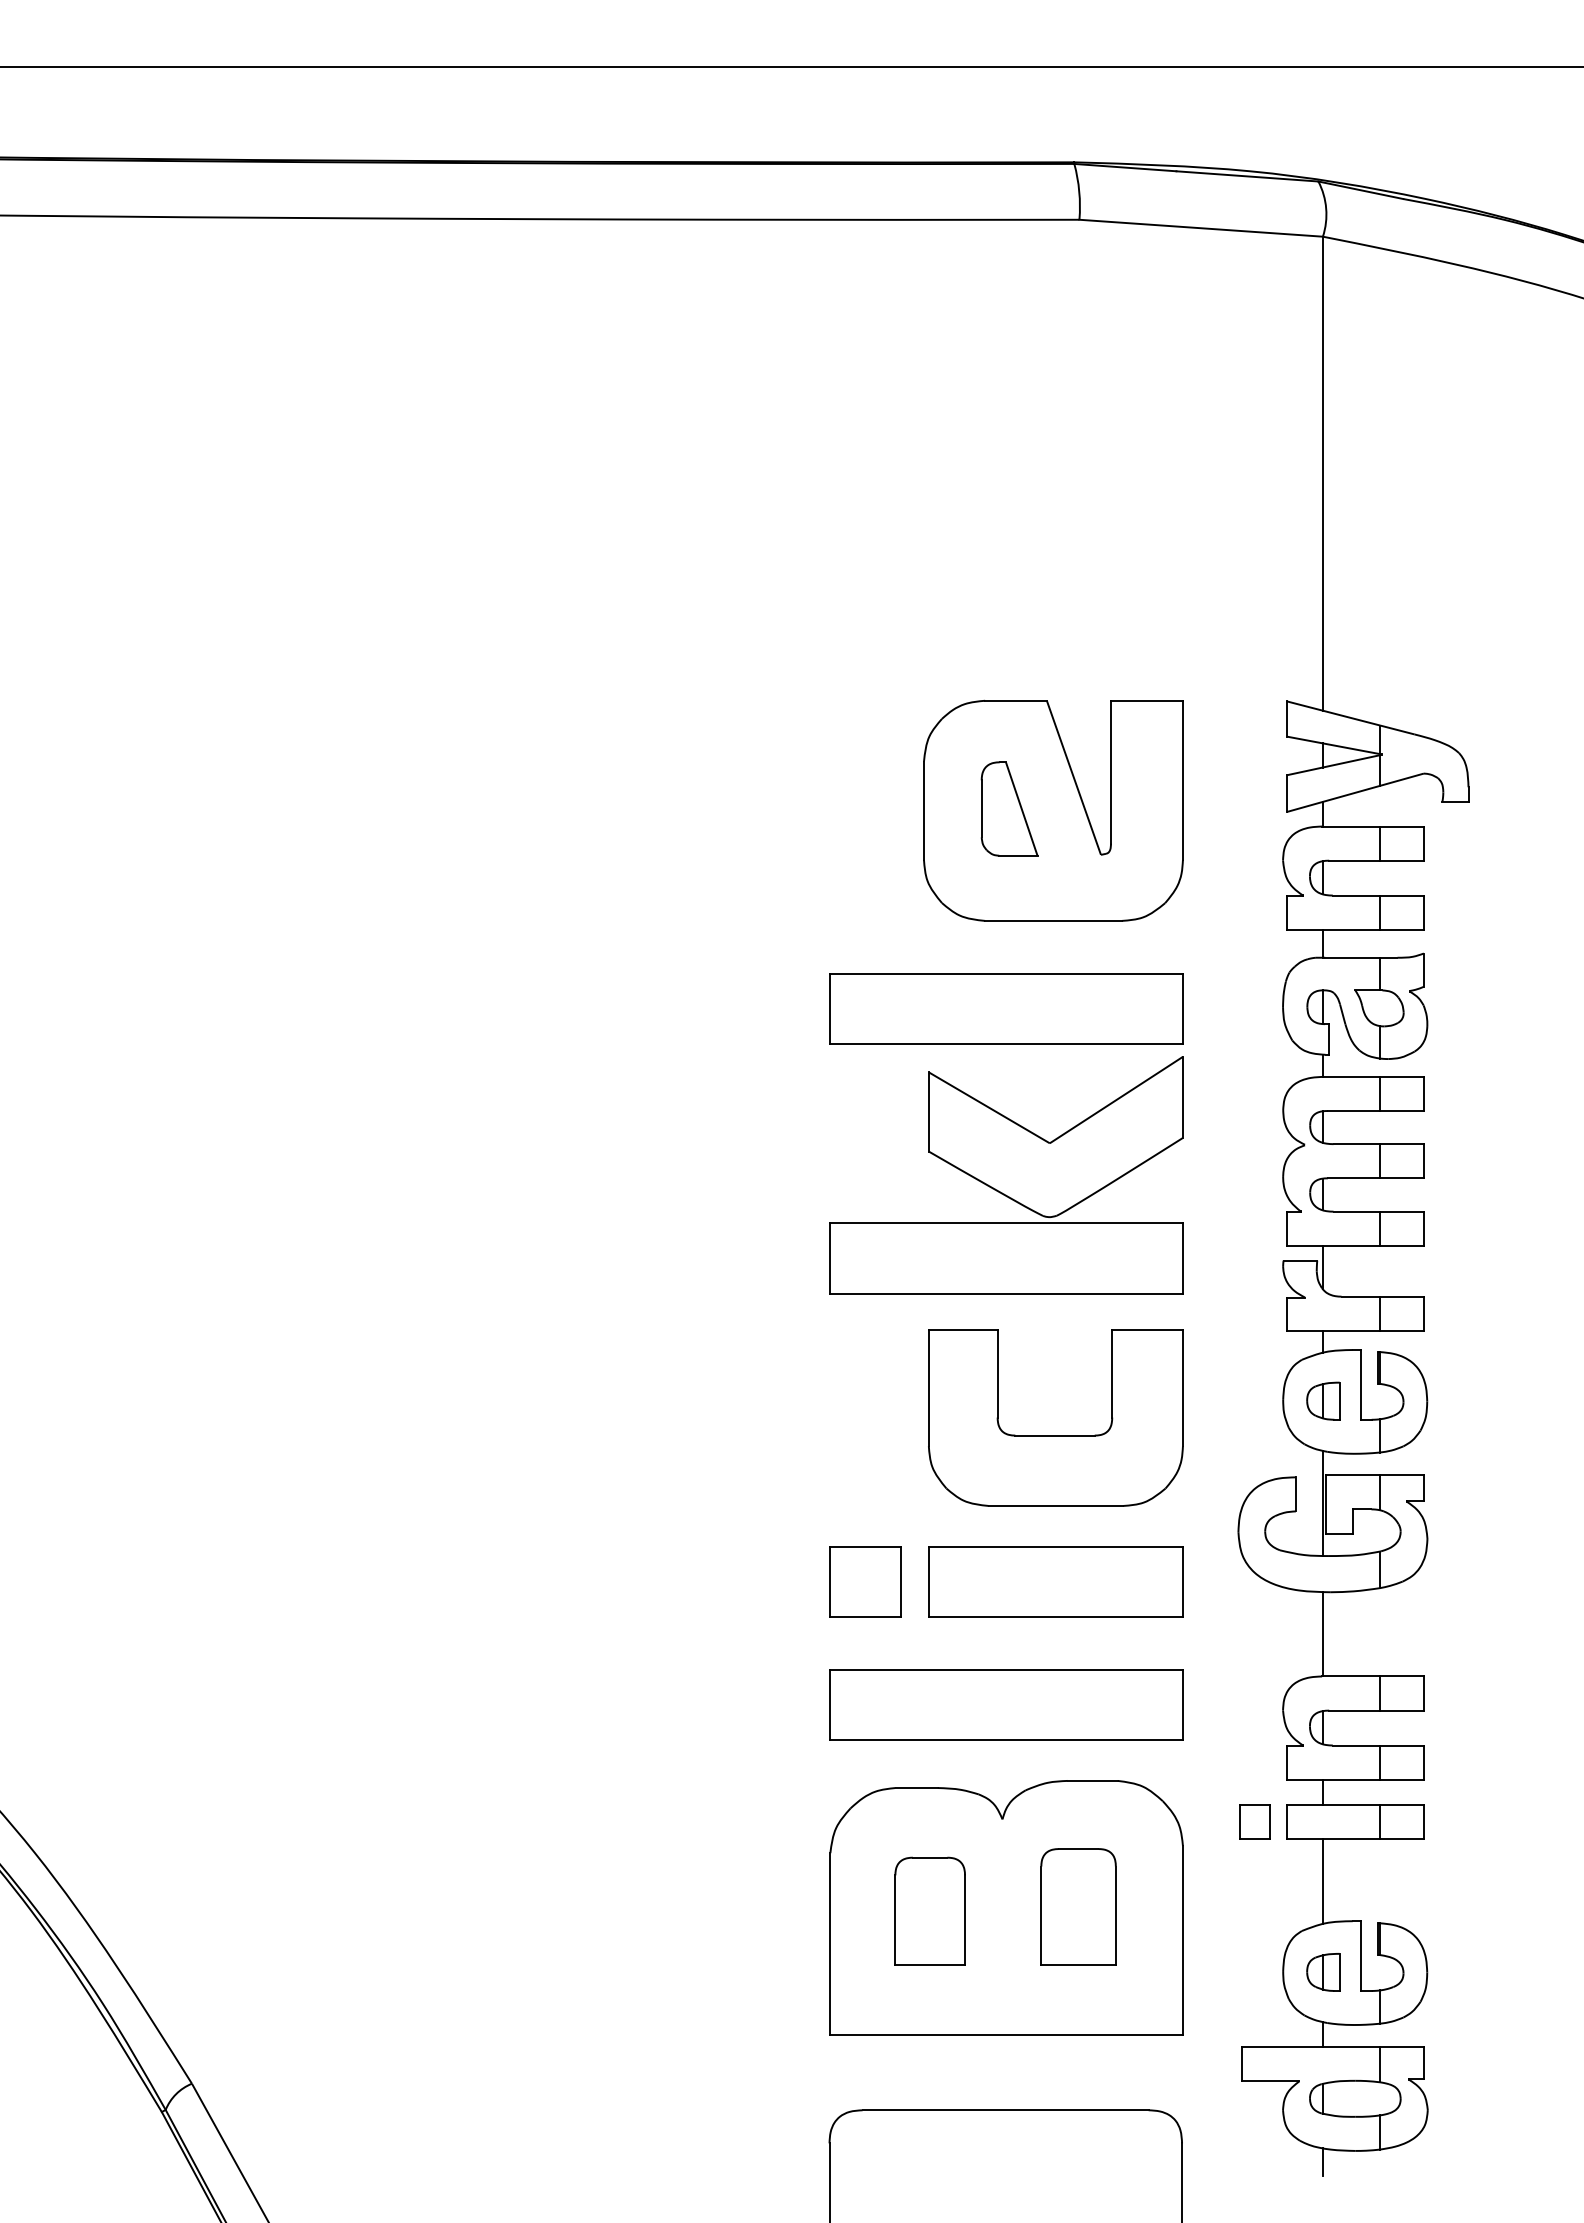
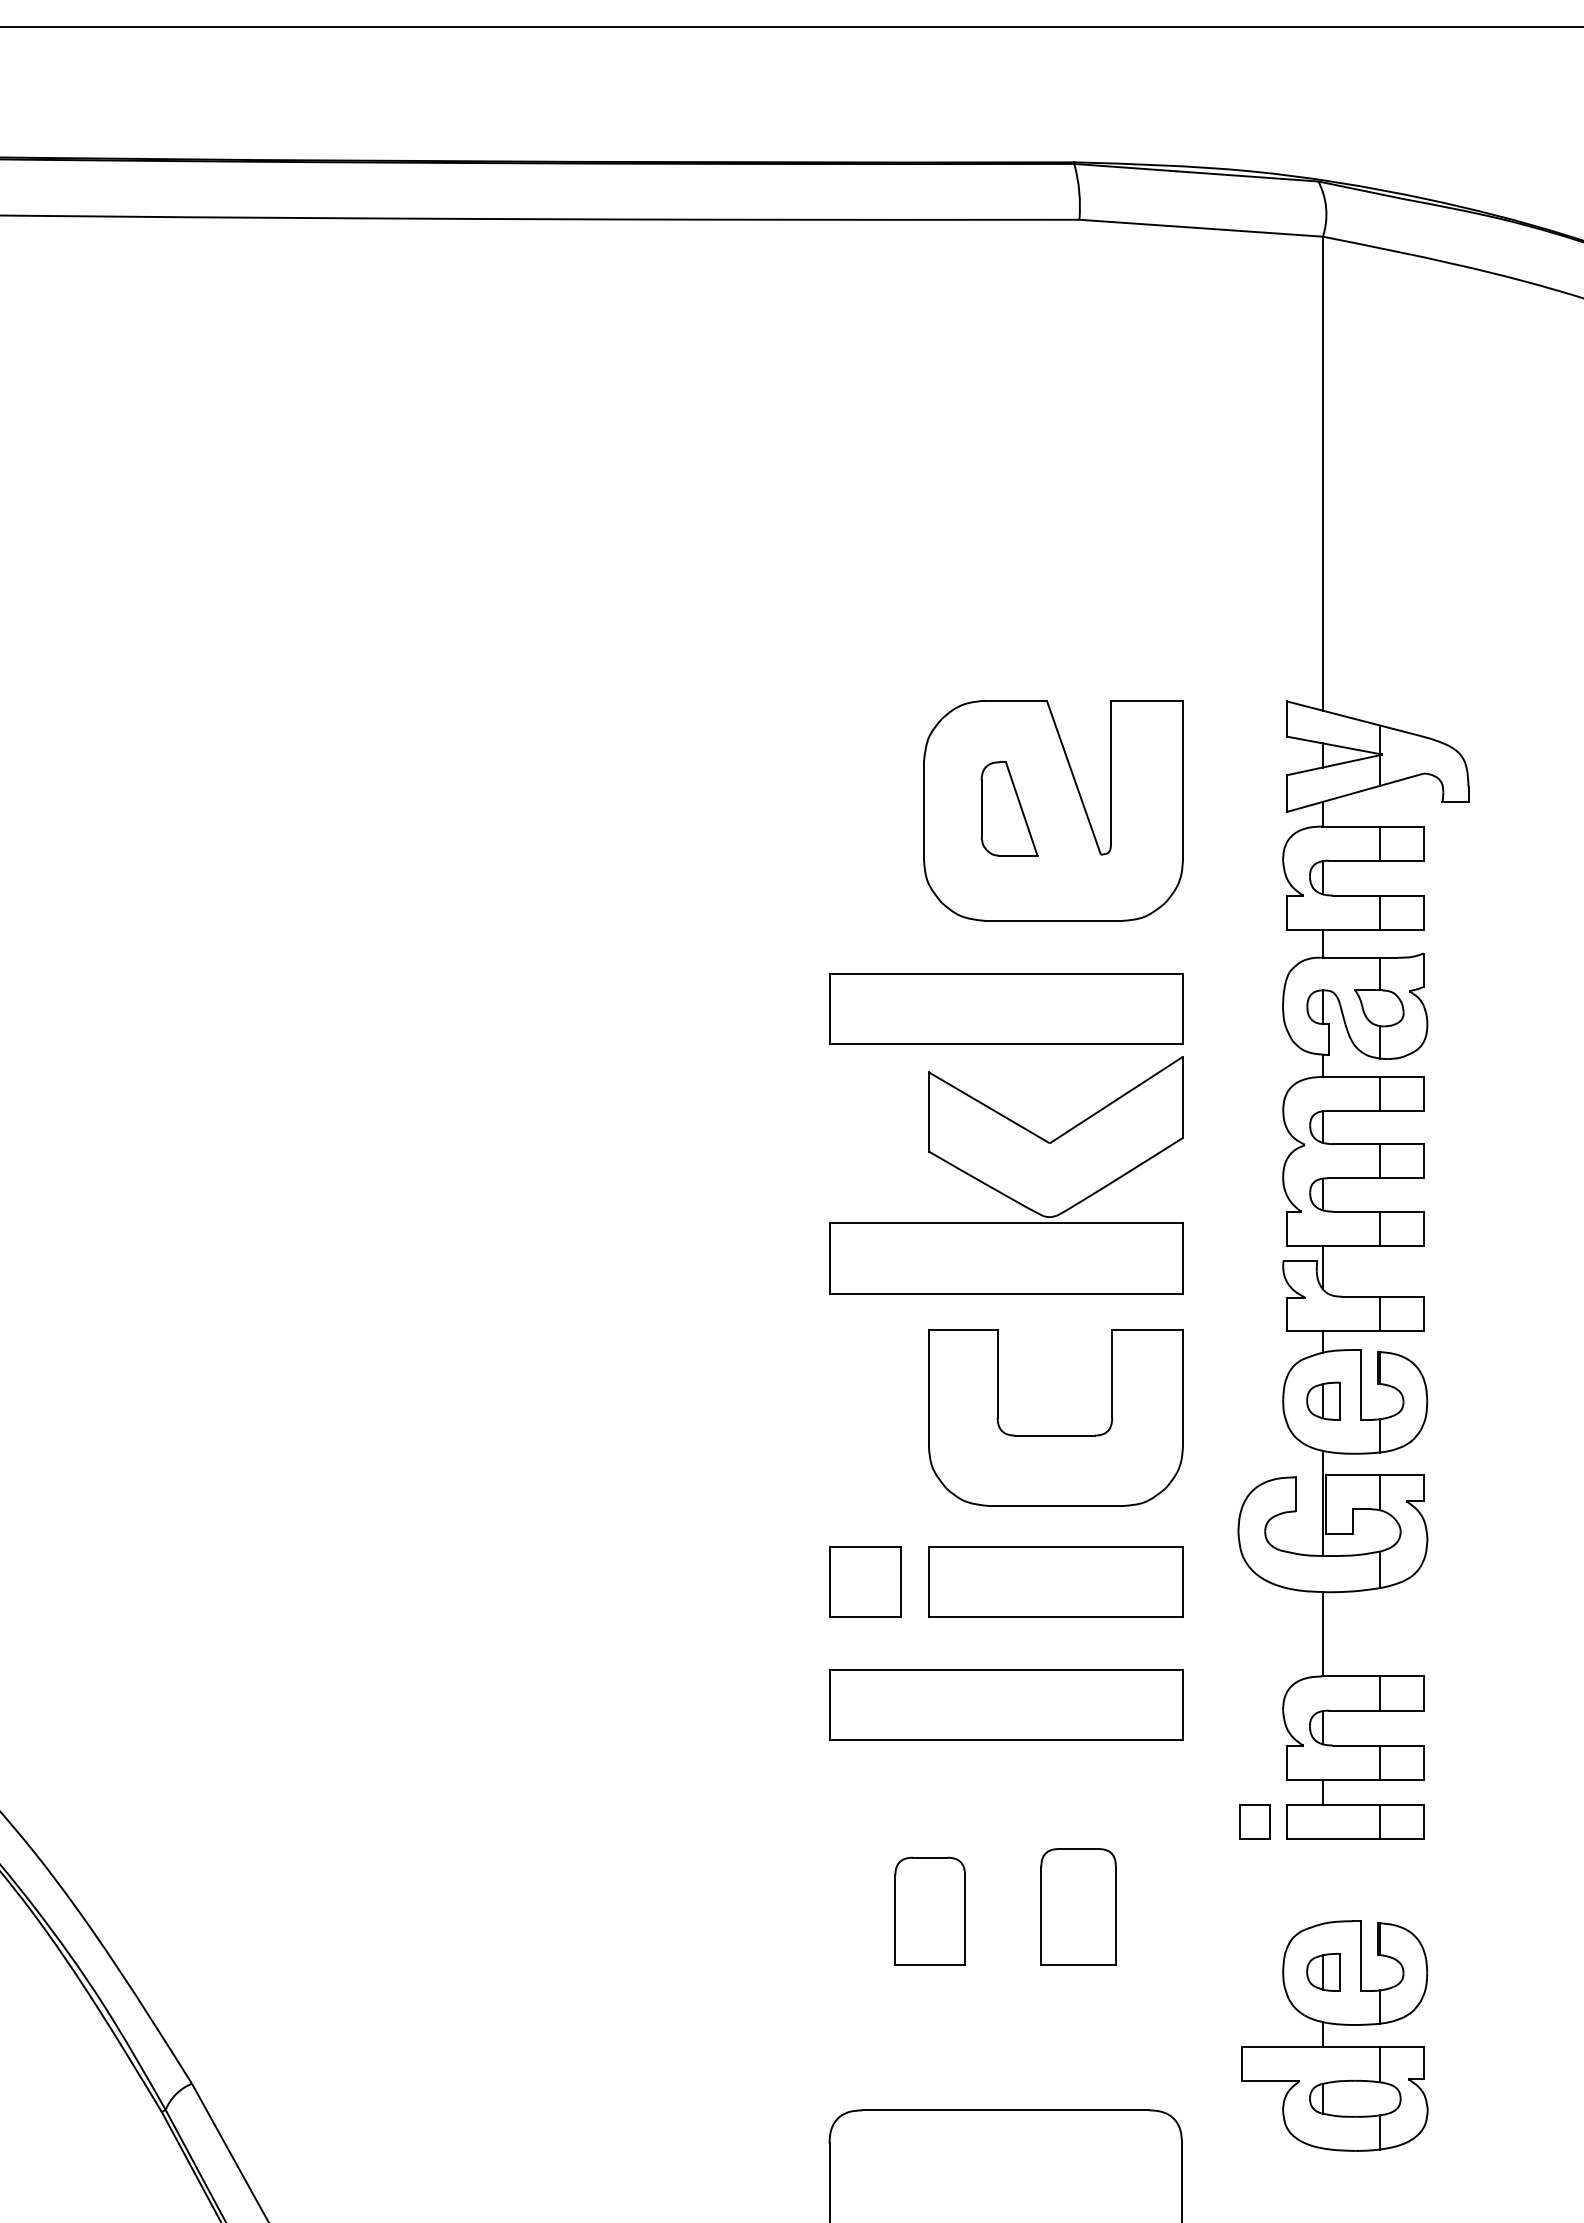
line at (791, 66) position: (791, 66) -> (791, 26)
line at (1322, 1881): present -> none
part at (1006, 1907): present -> none
line at (1322, 2161): present -> none
